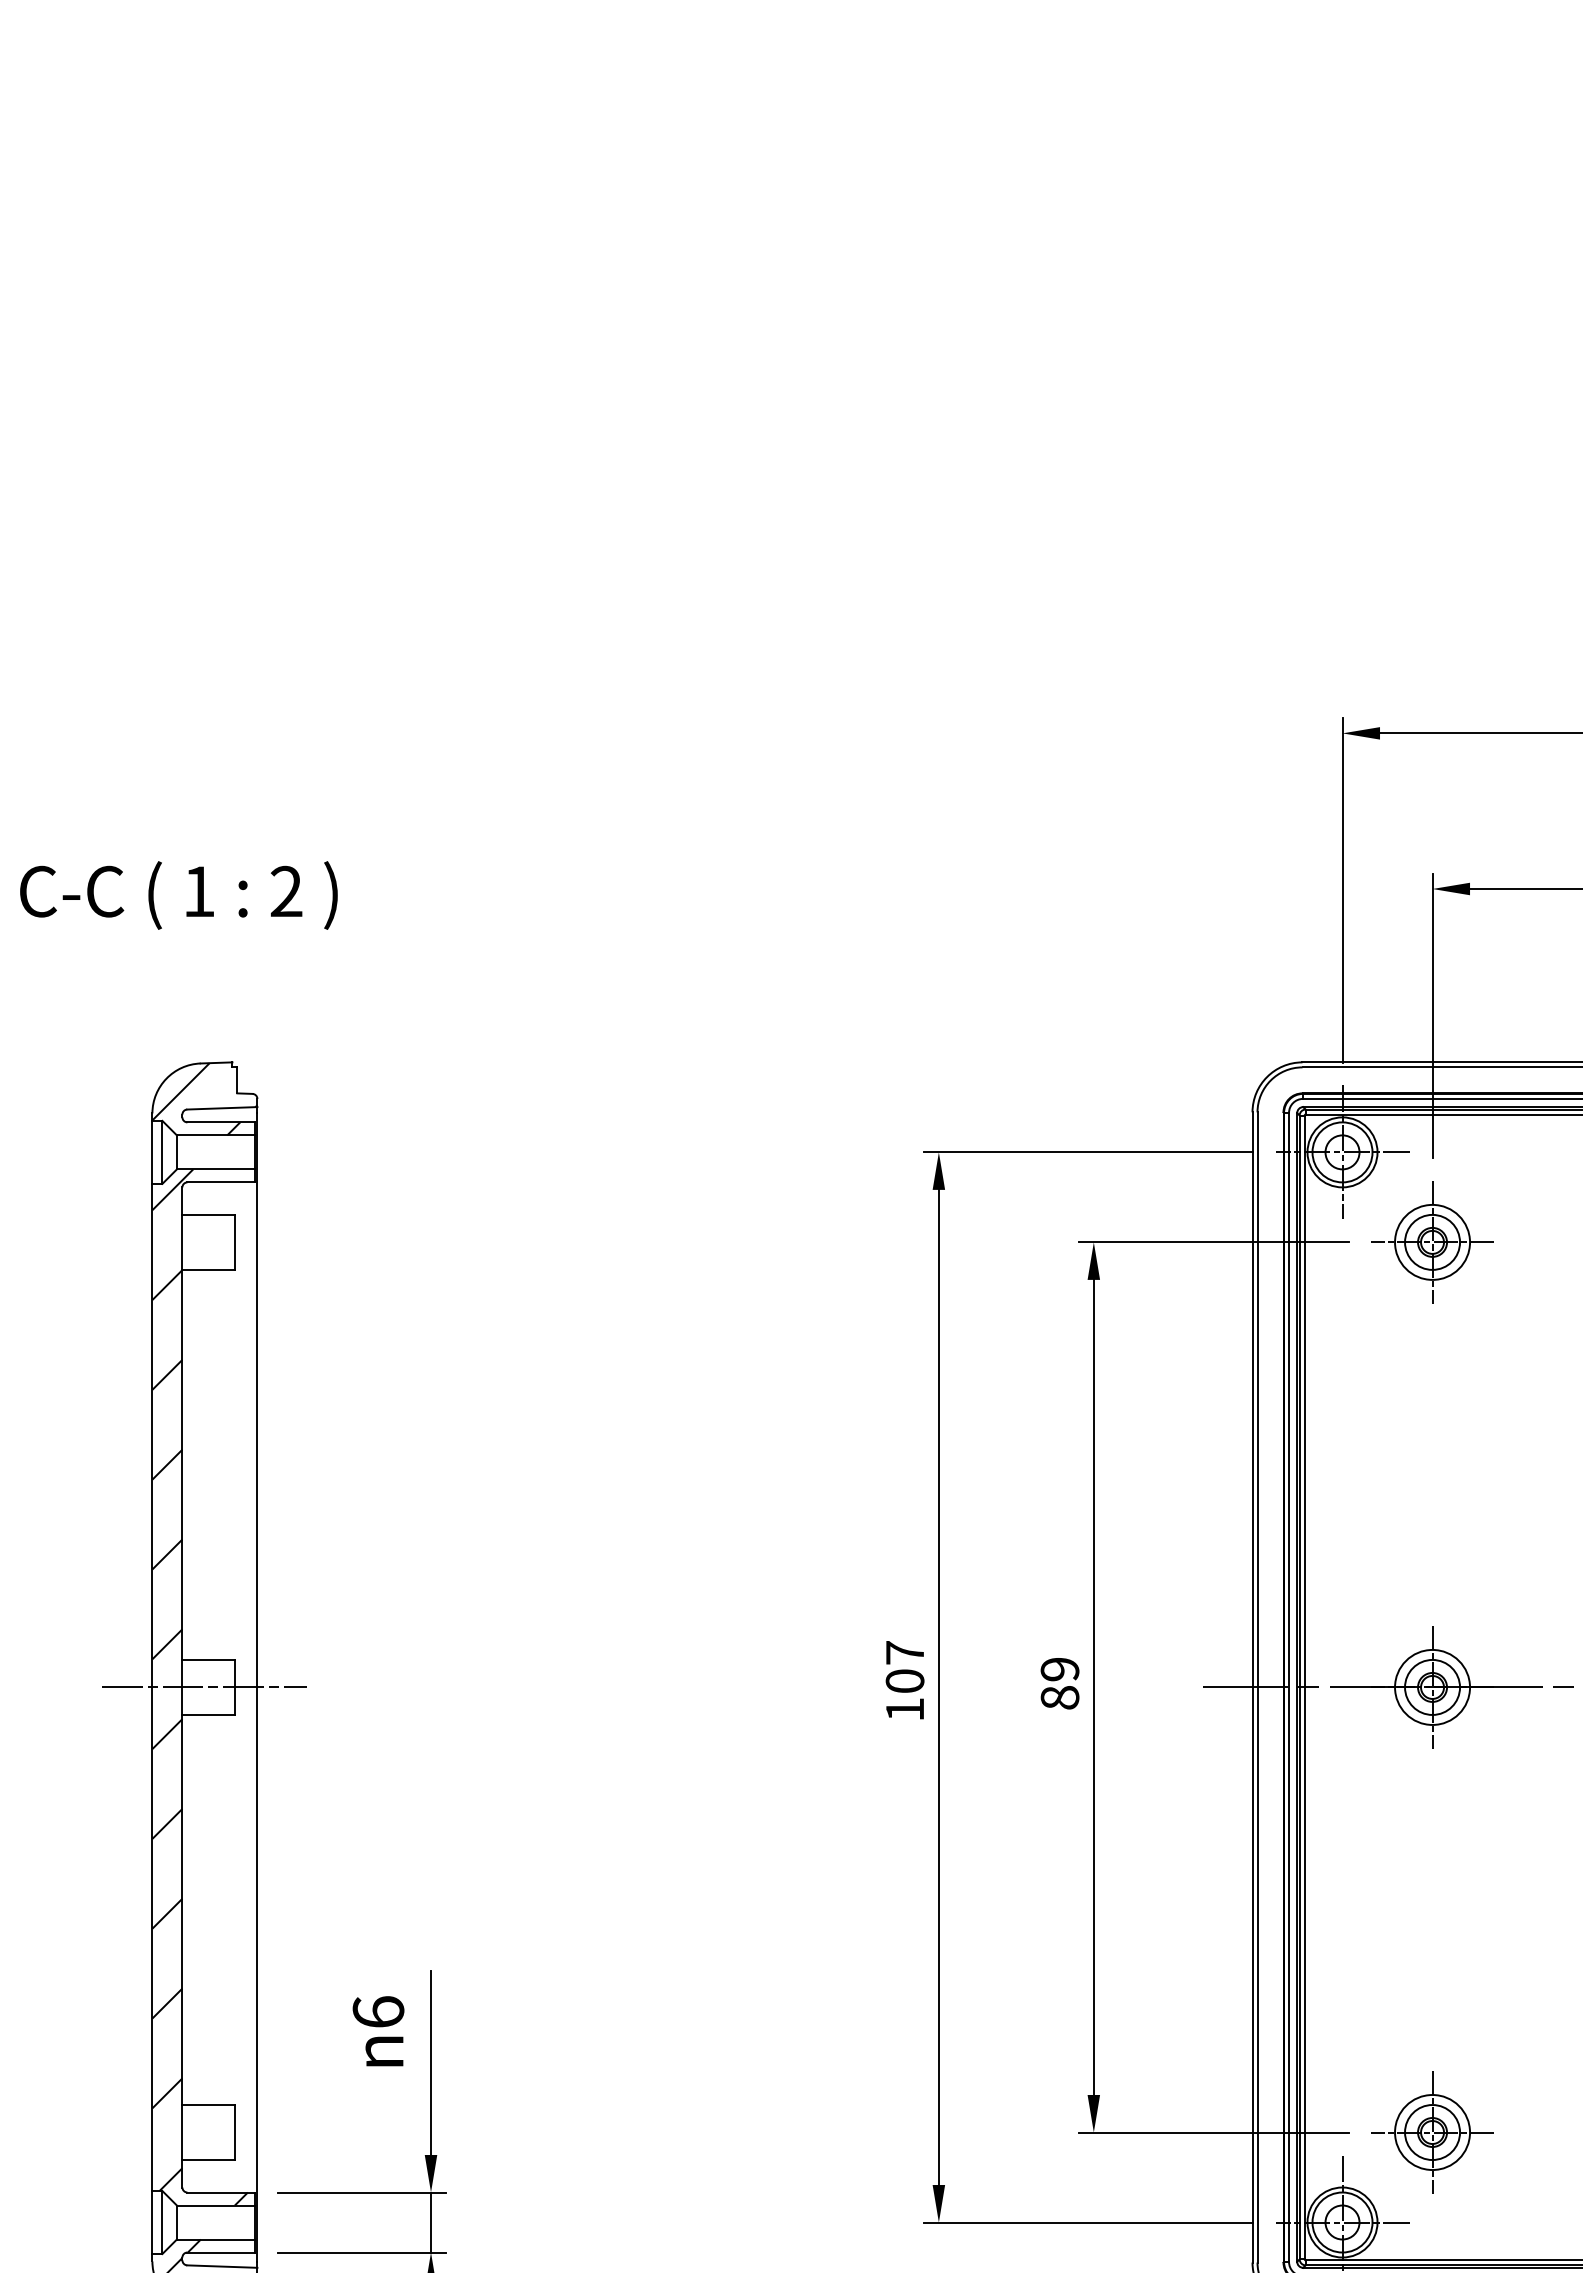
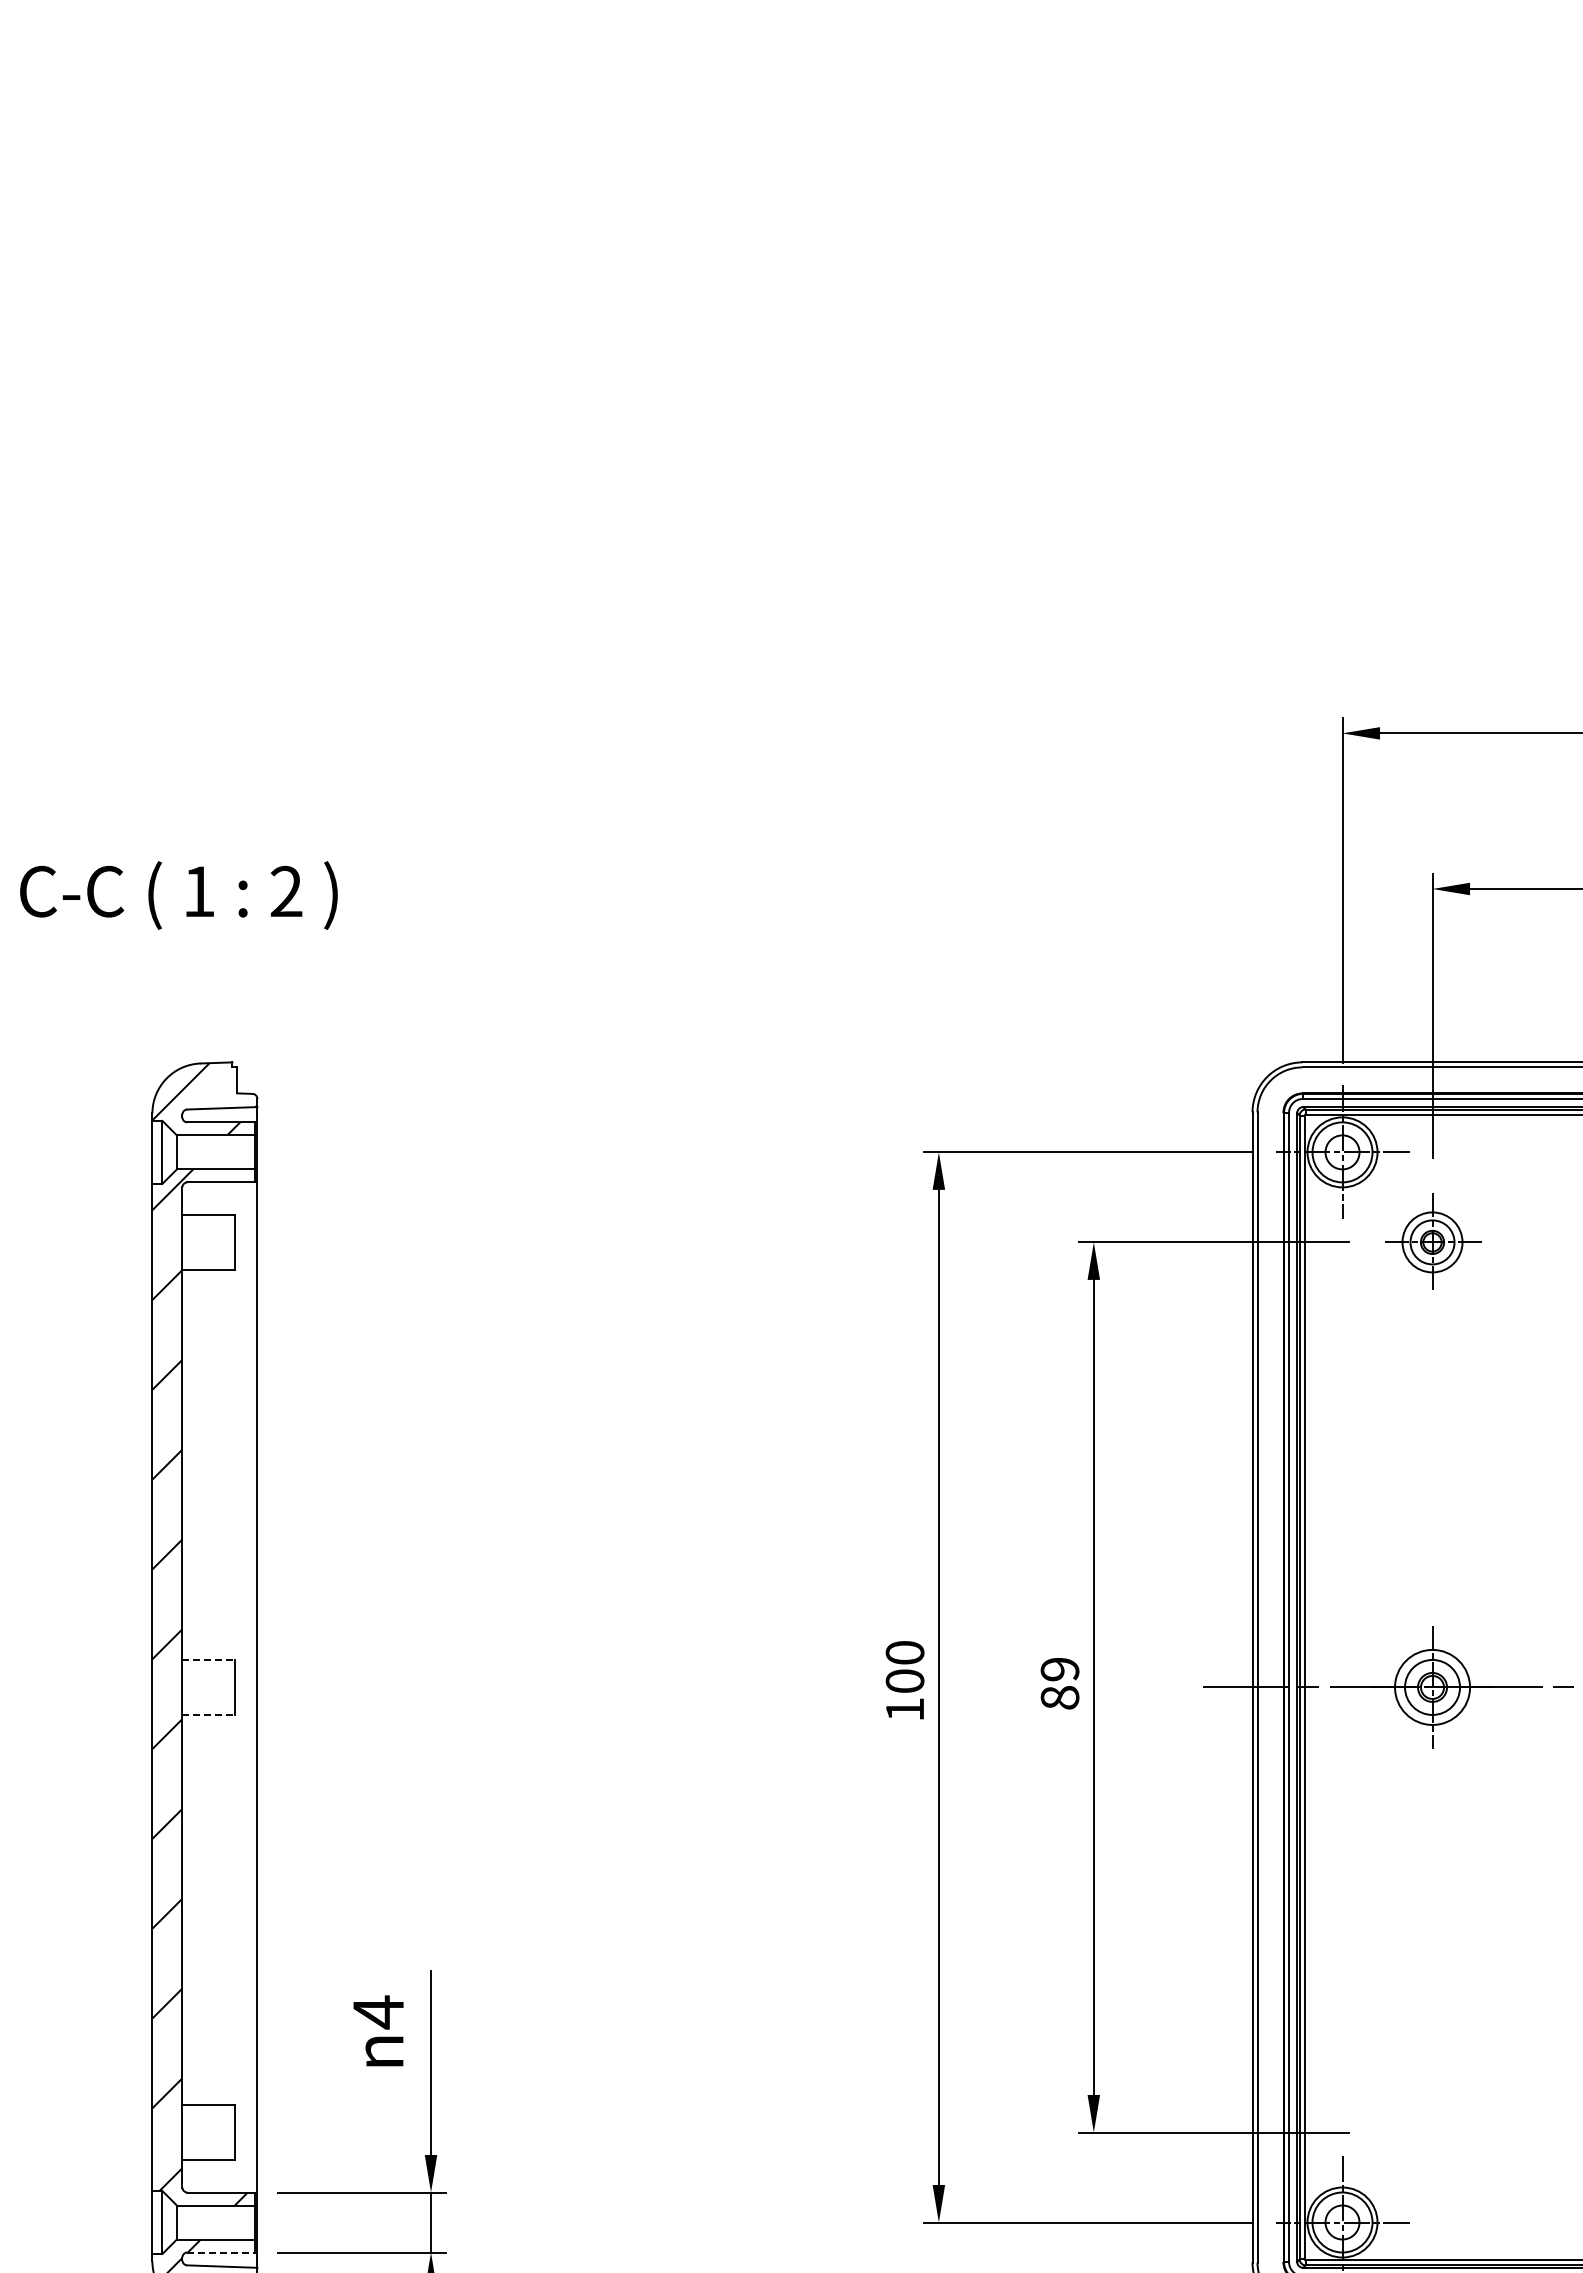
part at (1432, 1242) size: 123x123 px -> 97x97 px
text at (904, 1652): 107 -> 100
line at (208, 1659): solid -> dashed
line at (204, 1687): present -> none
line at (208, 1714): solid -> dashed
text at (378, 2012): 6 -> 4
part at (1432, 2132): present -> none
line at (221, 2252): solid -> dashed
